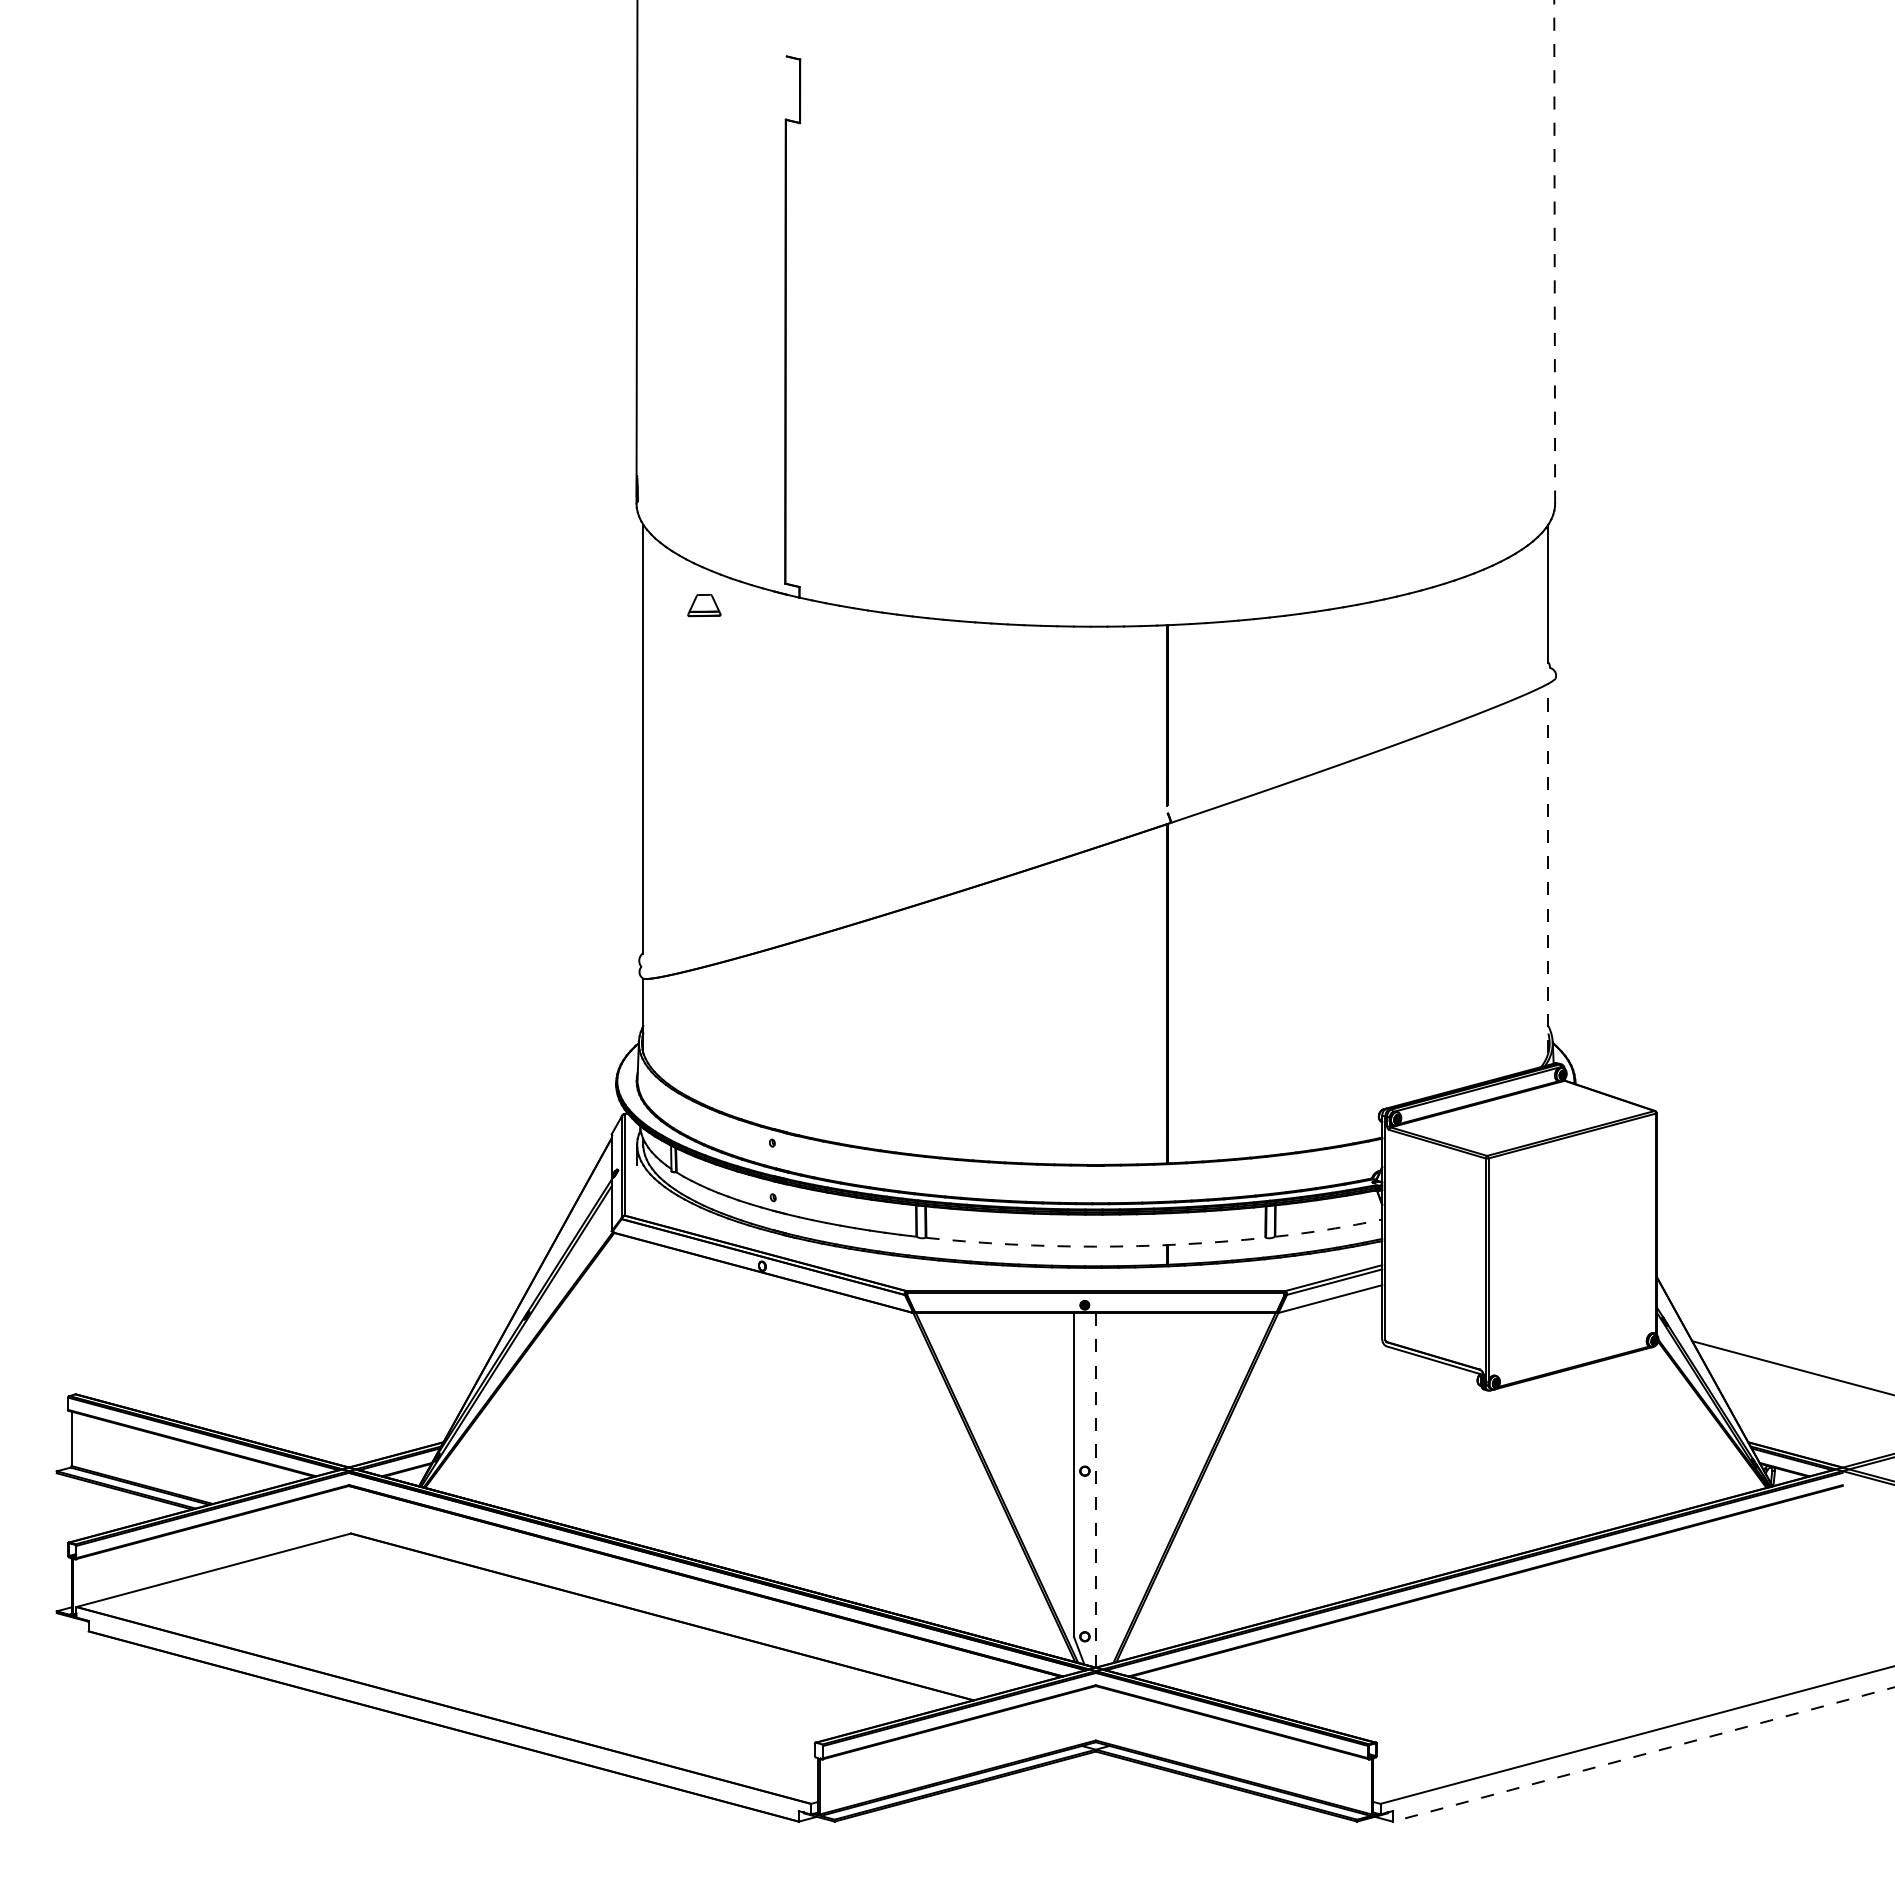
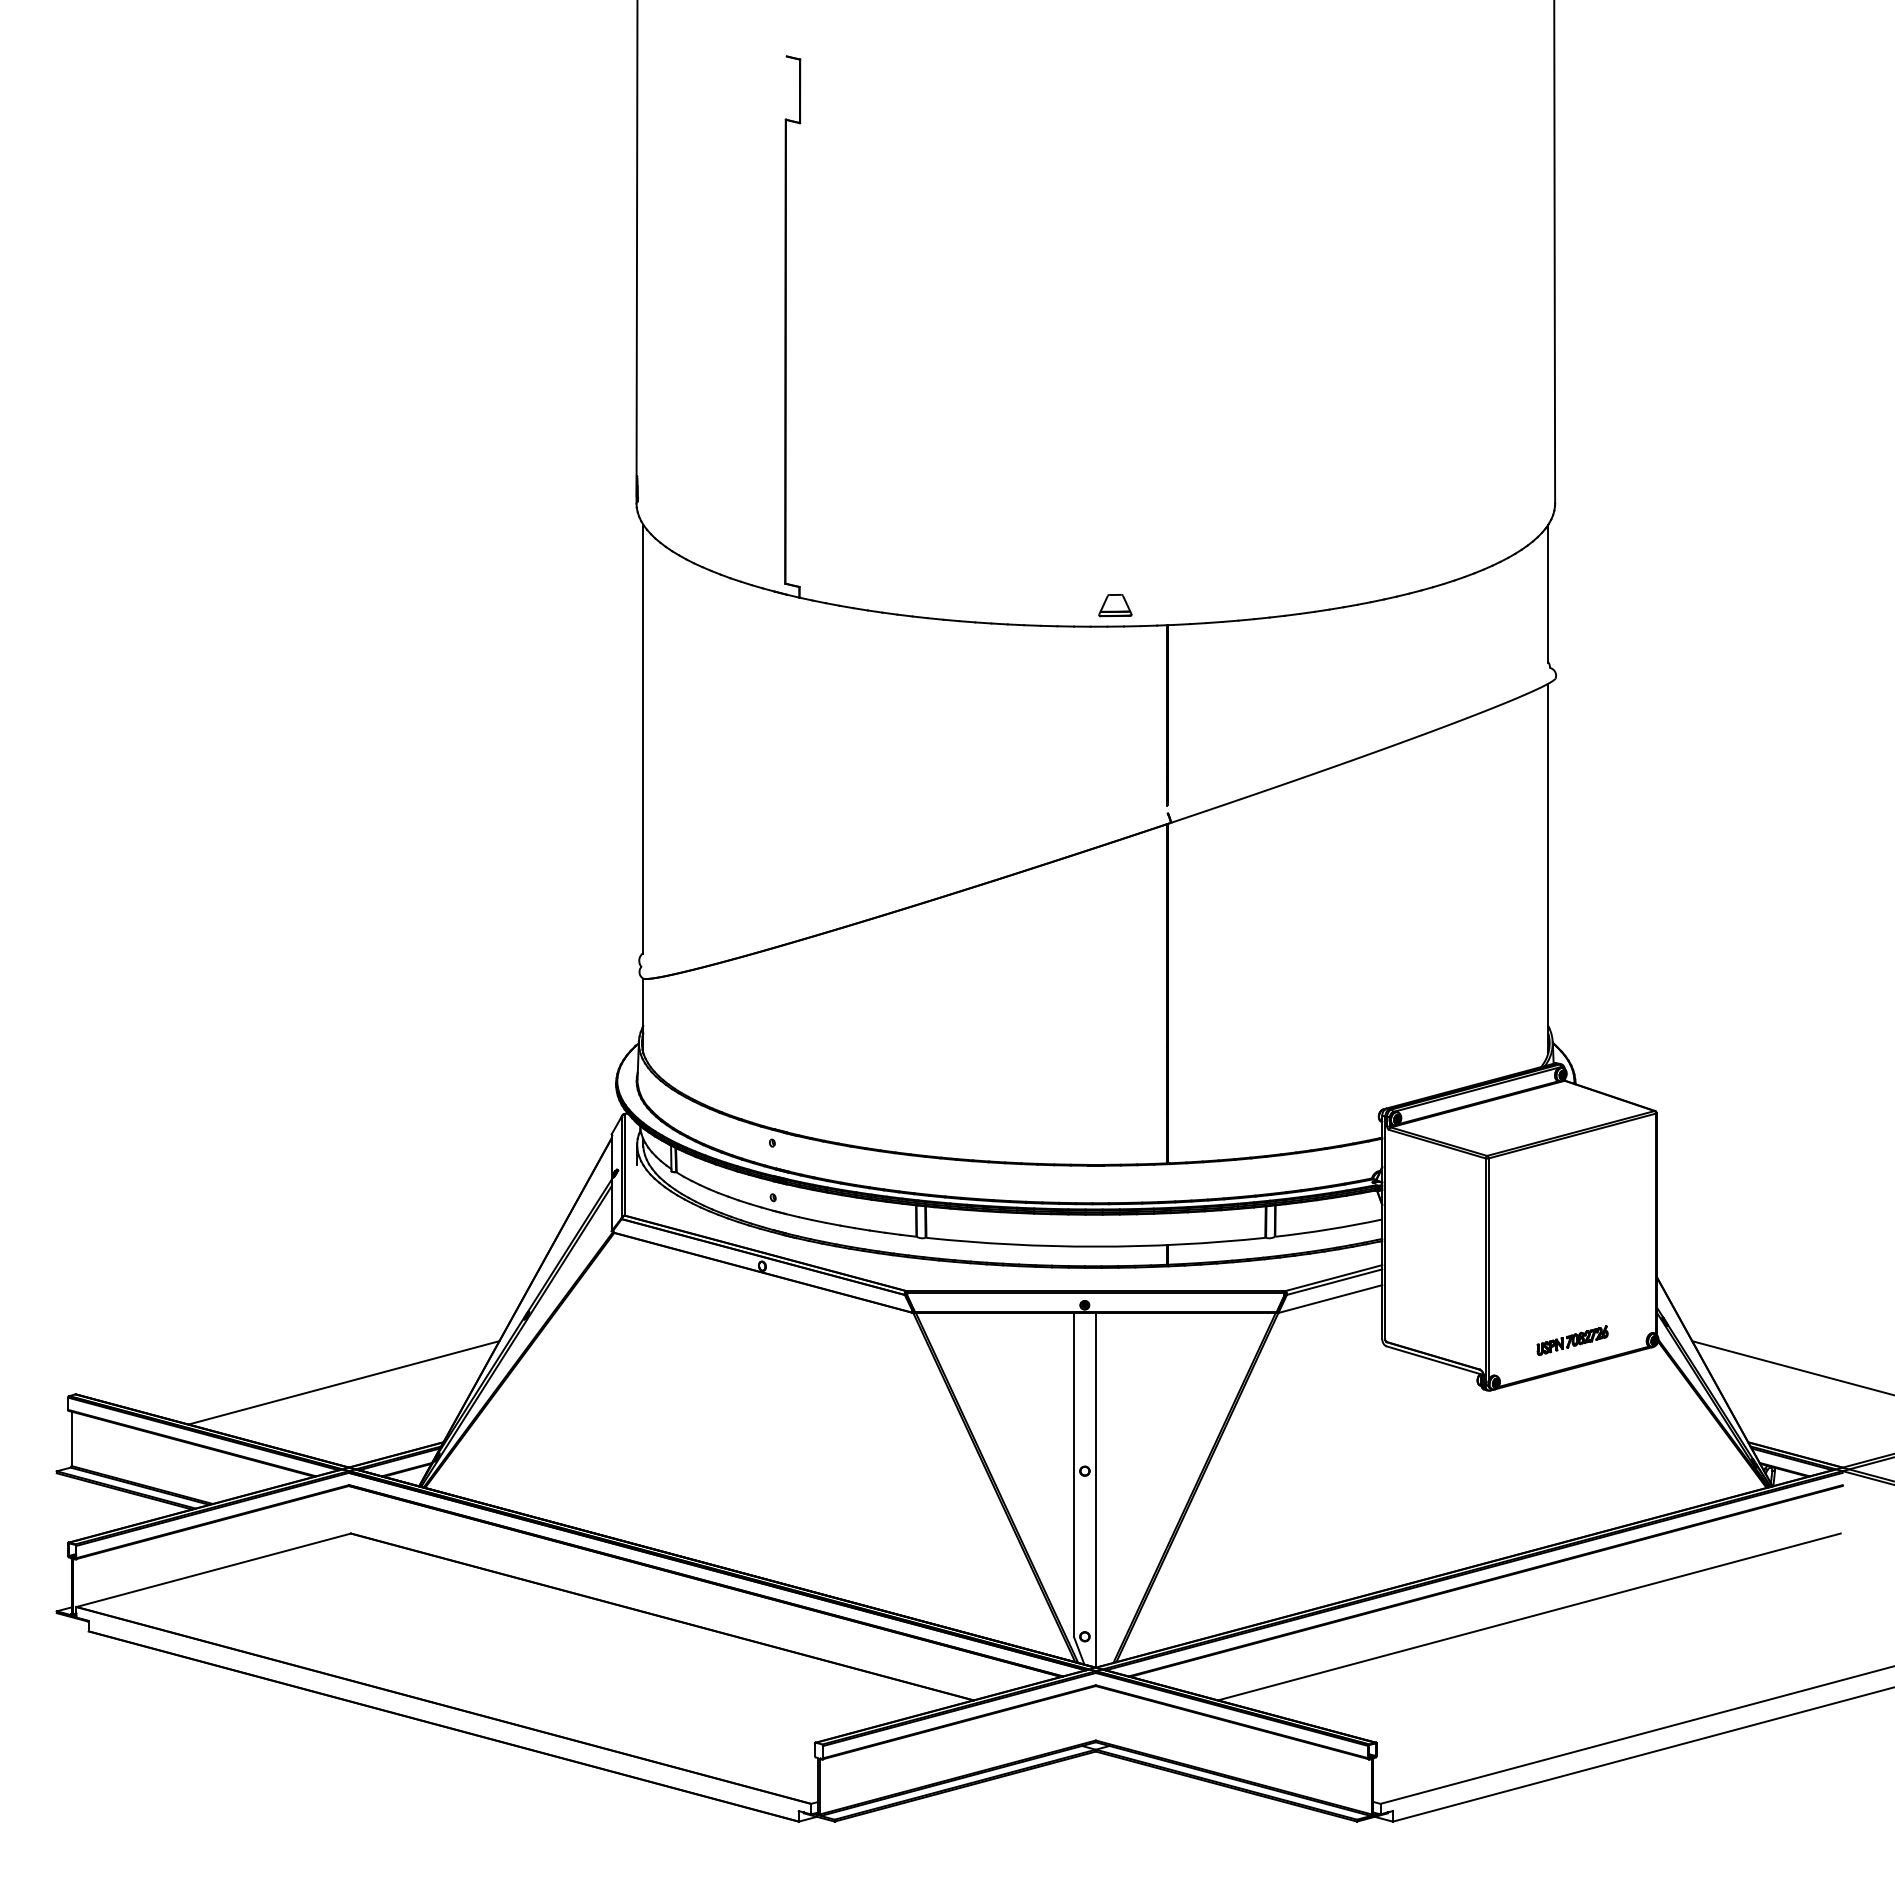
line at (1554, 251): dashed -> solid
part at (704, 605) position: (704, 605) -> (1115, 605)
line at (1548, 868): dashed -> solid
arc at (1329, 1229): dashed -> solid
arc at (1095, 1246): dashed -> solid
part at (1572, 1340): none -> present
line at (343, 1382): none -> present
line at (1095, 1489): dashed -> solid
line at (1529, 1616): none -> present
line at (1643, 1754): dashed -> solid
